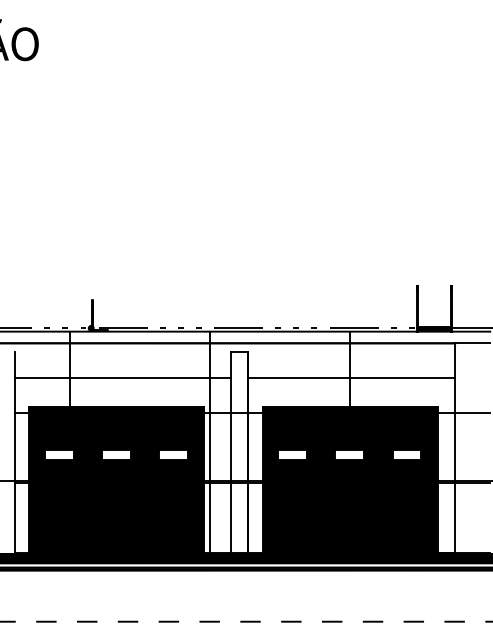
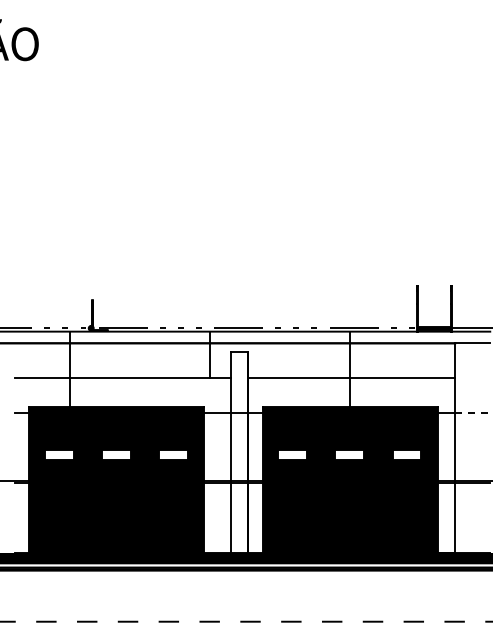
line at (473, 413): solid -> dashed
line at (14, 452): present -> none
line at (210, 465): present -> none
